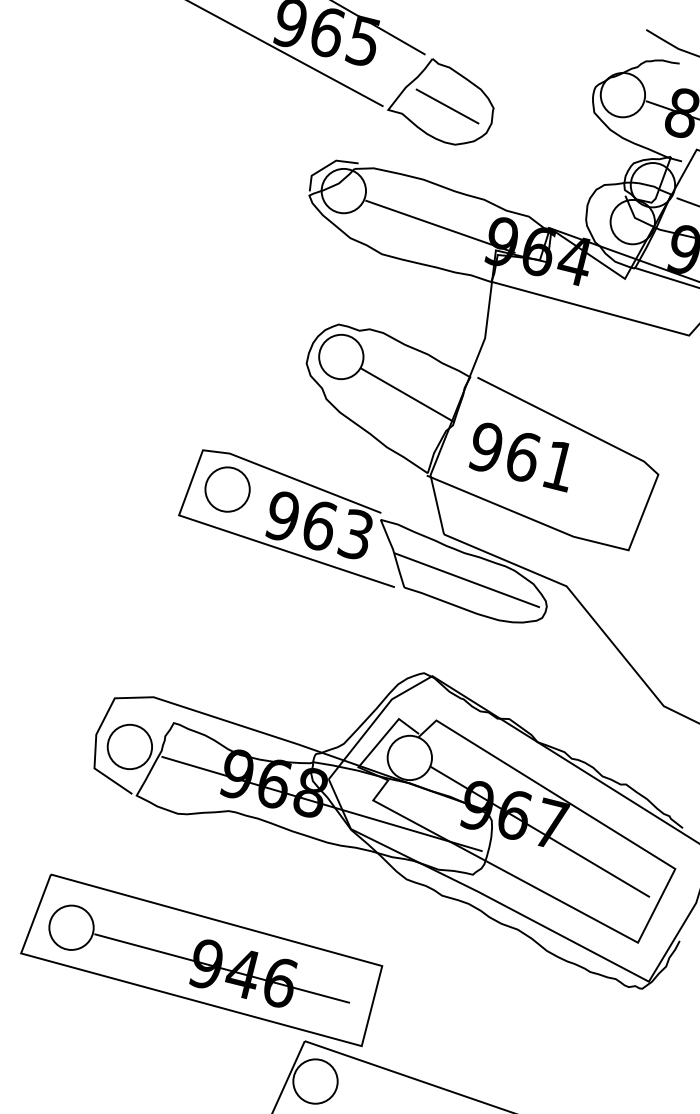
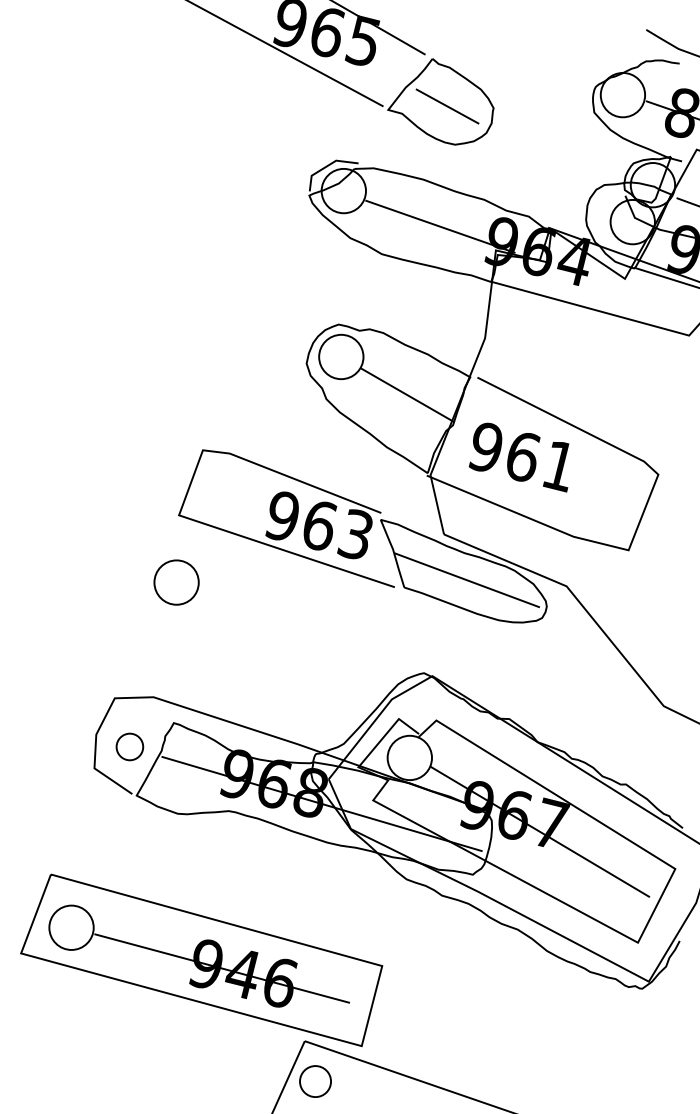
circle at (227, 489) position: (227, 489) -> (176, 582)
circle at (129, 746) diameter: 44 px -> 27 px
circle at (315, 1081) diameter: 44 px -> 31 px
